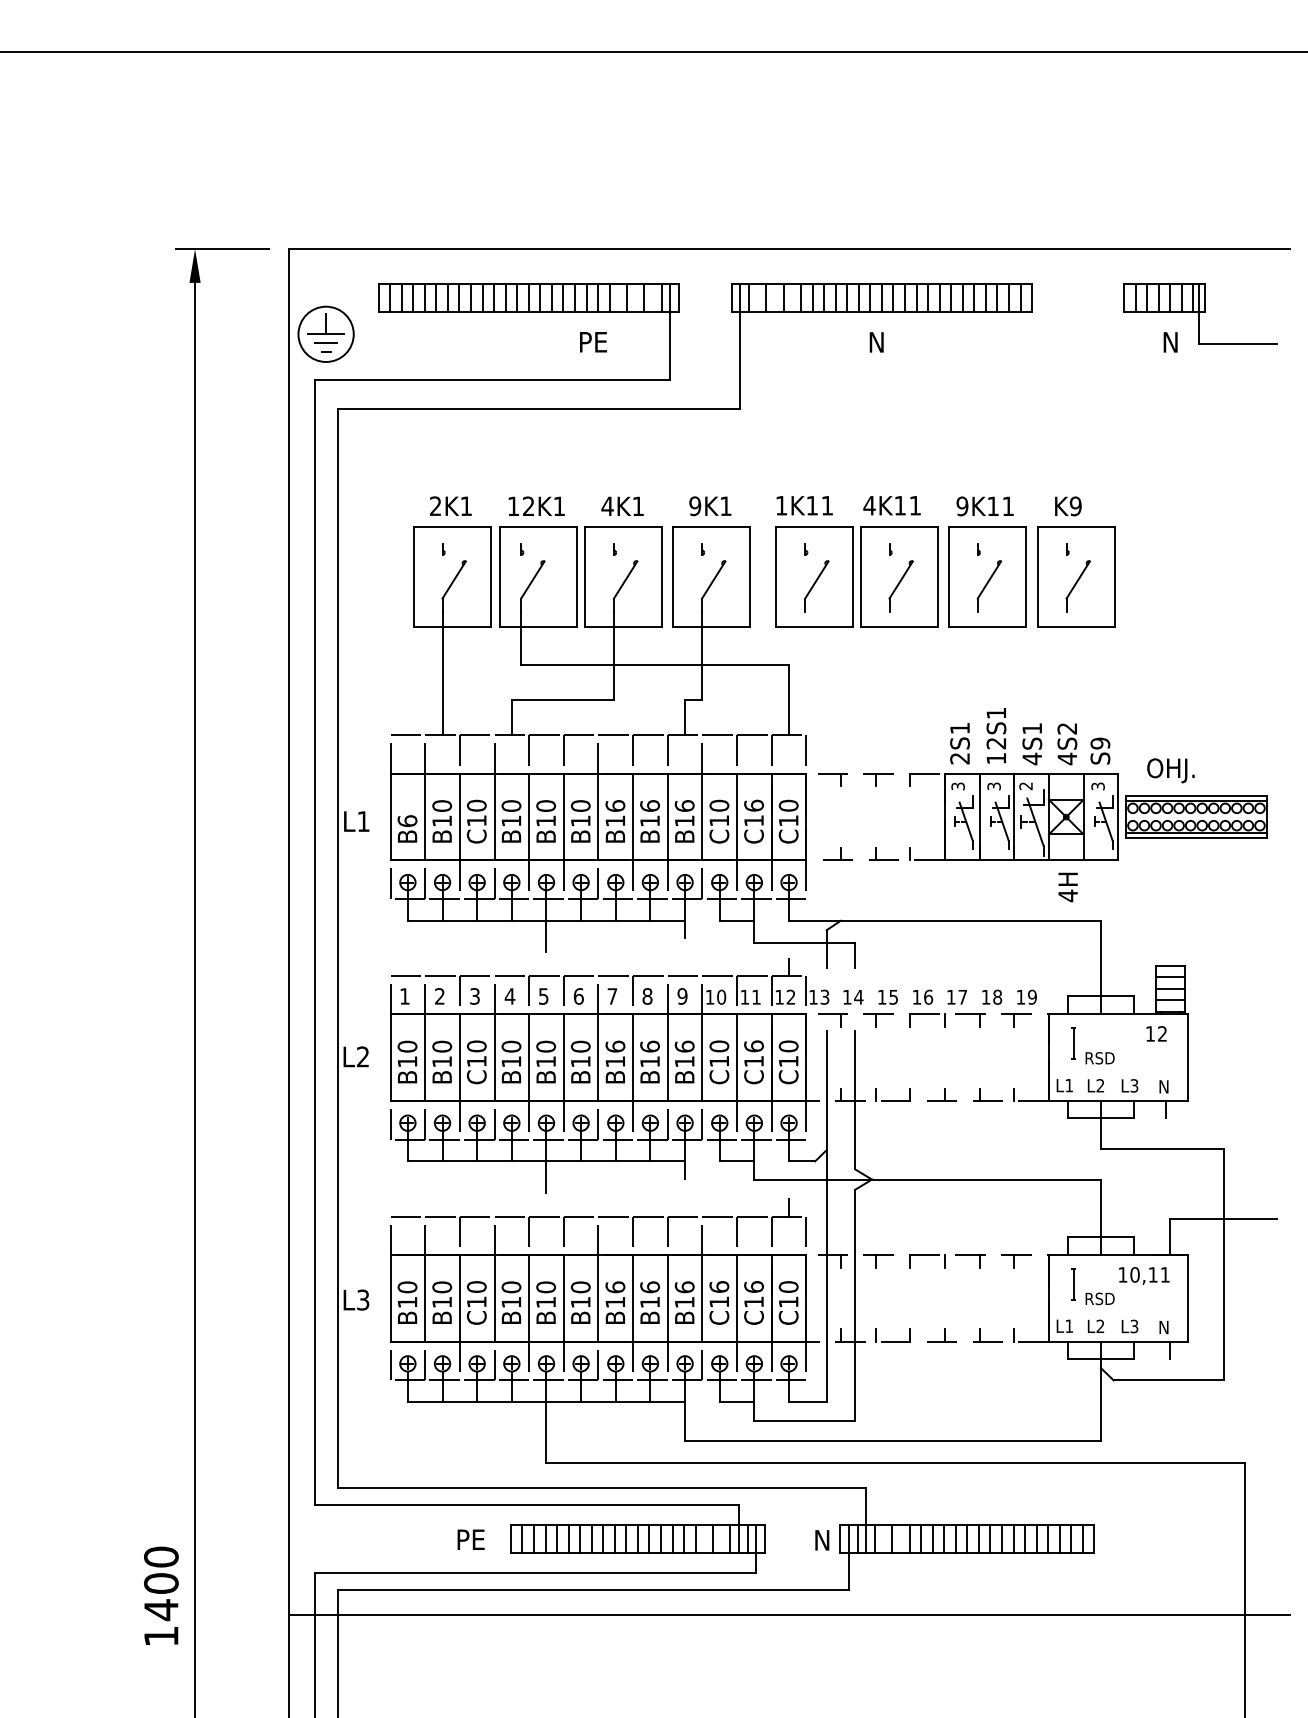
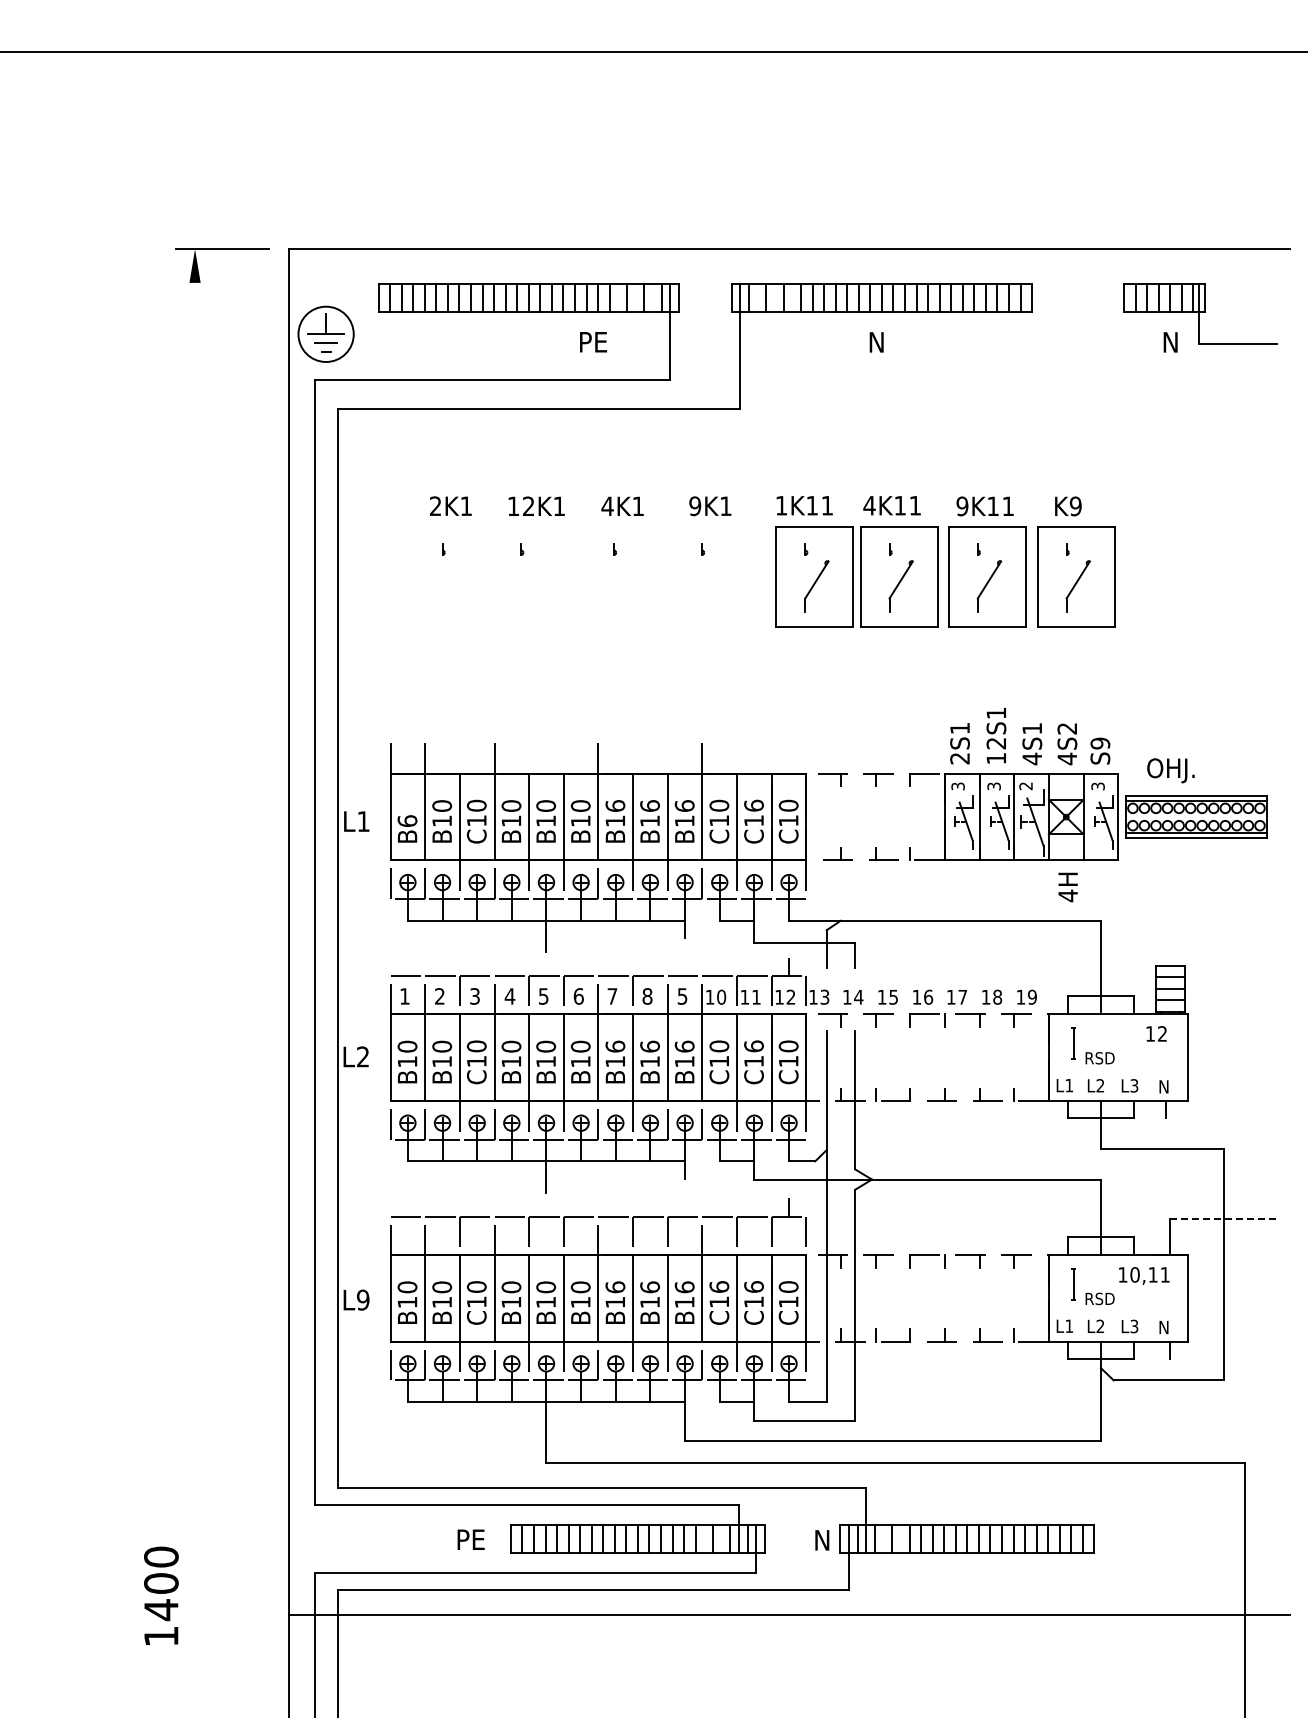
part at (613, 645): present -> none
text at (682, 996): 9 -> 5
line at (195, 998): present -> none
line at (1223, 1219): solid -> dashed
text at (362, 1299): L3 -> L9
